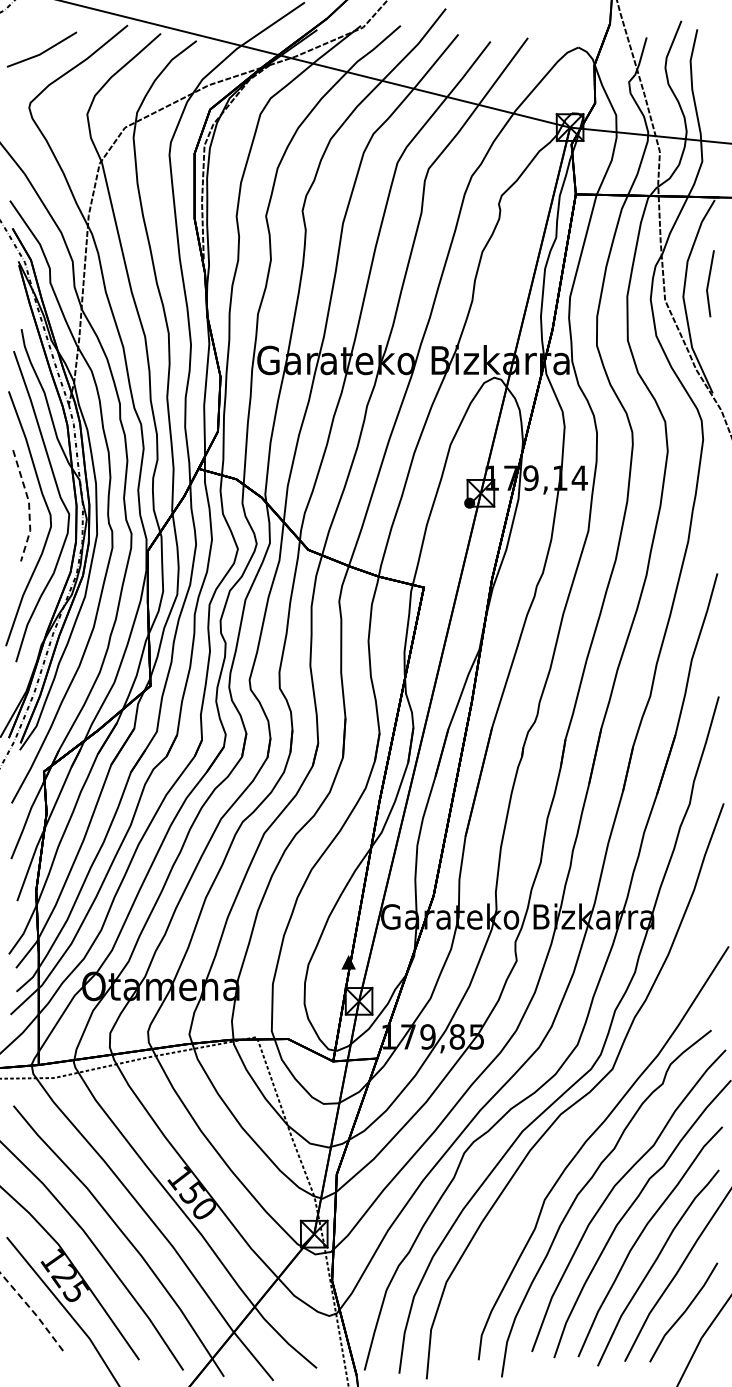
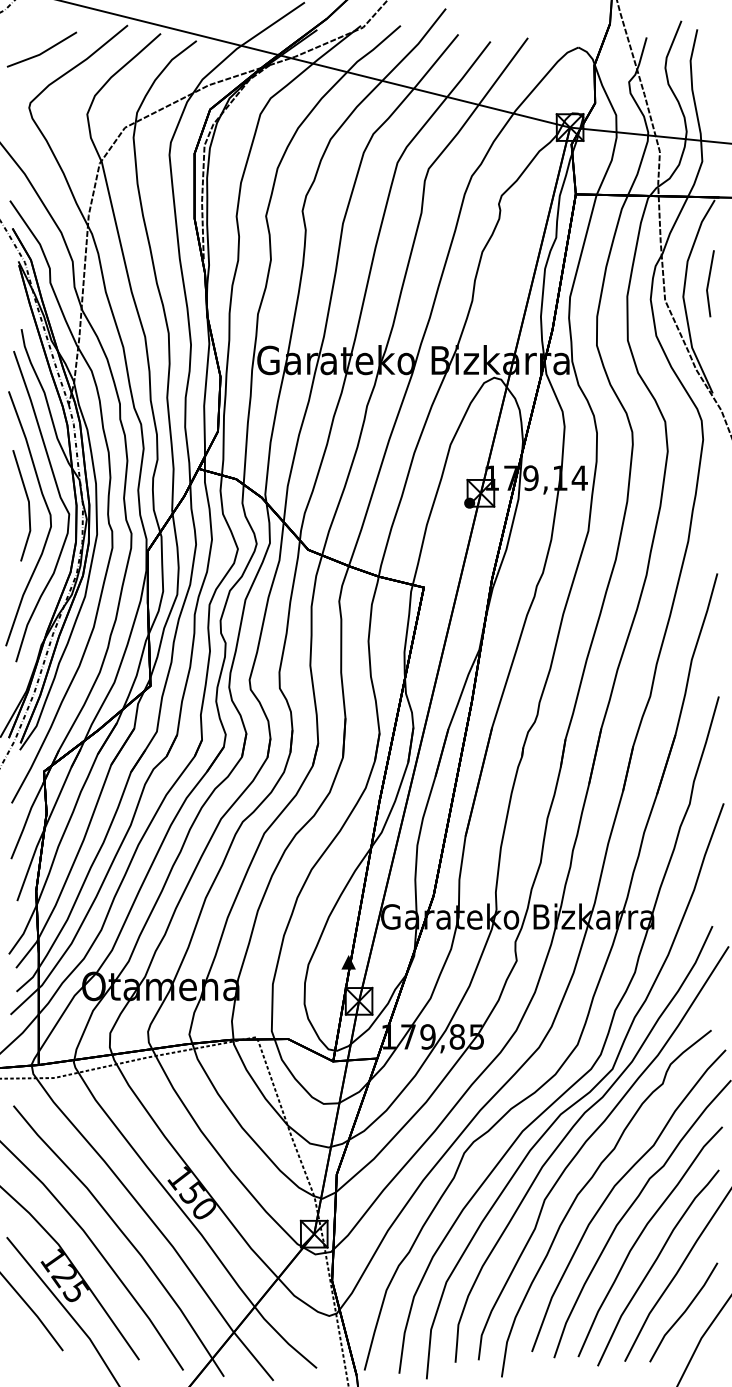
line at (29, 505): dashed -> solid
curve at (569, 1133): none -> present
line at (33, 1311): dashed -> solid
